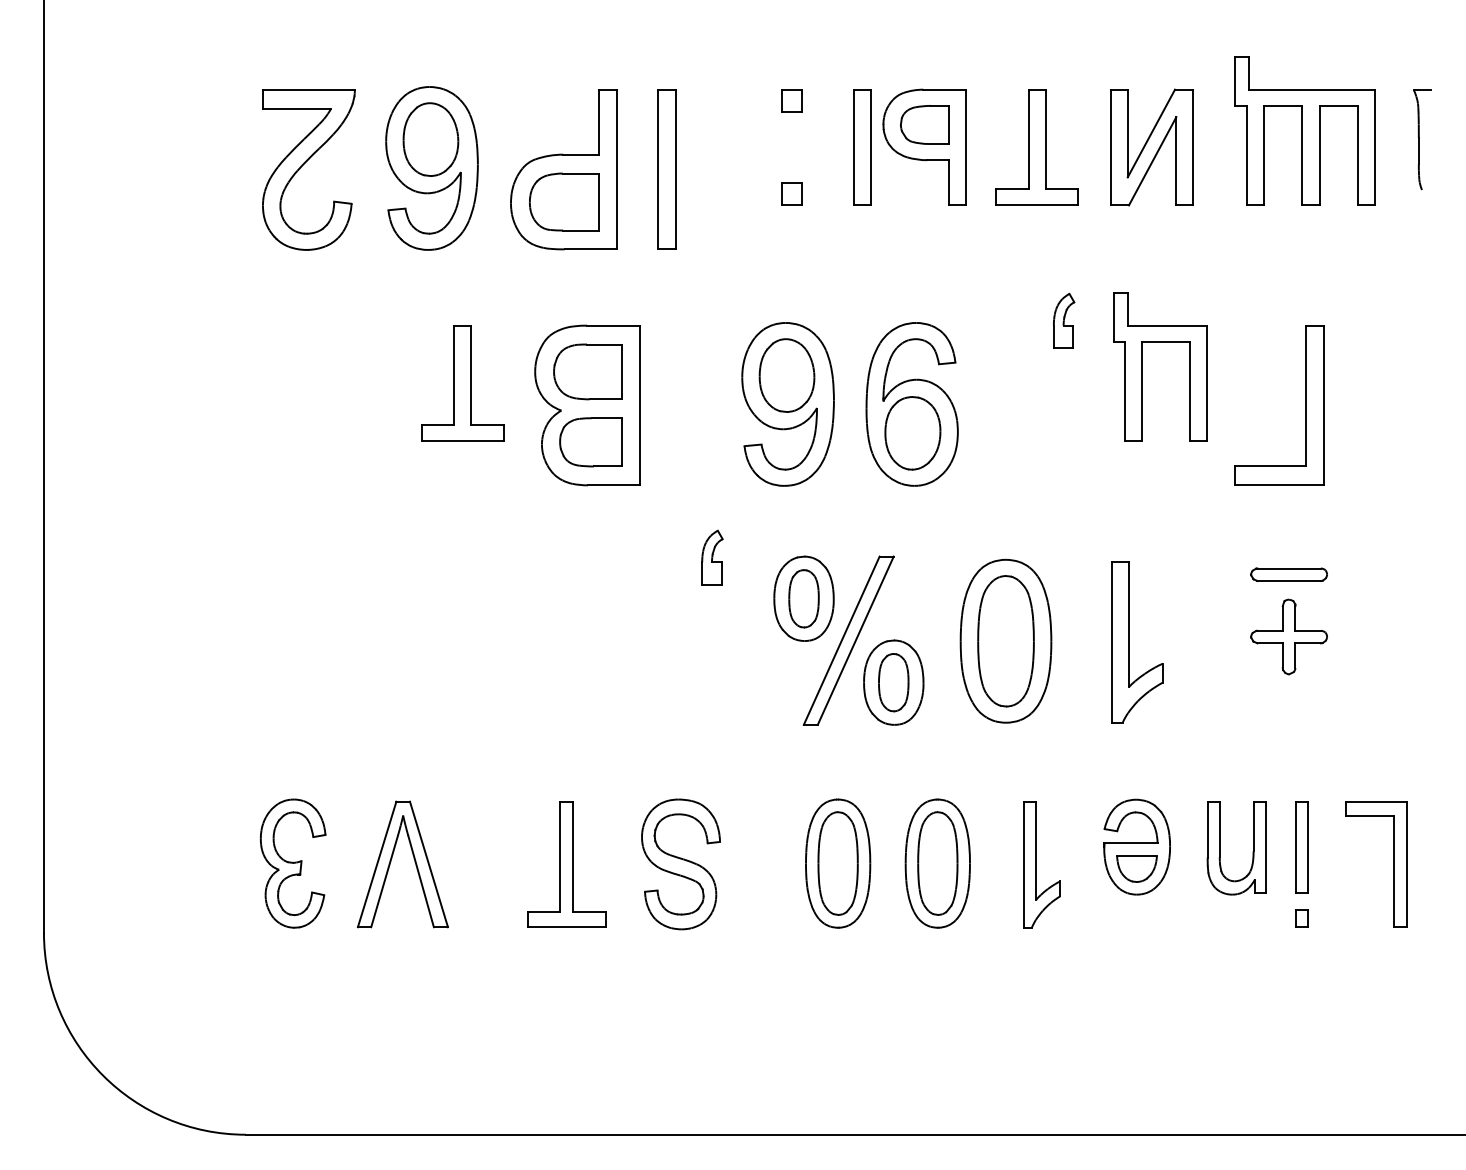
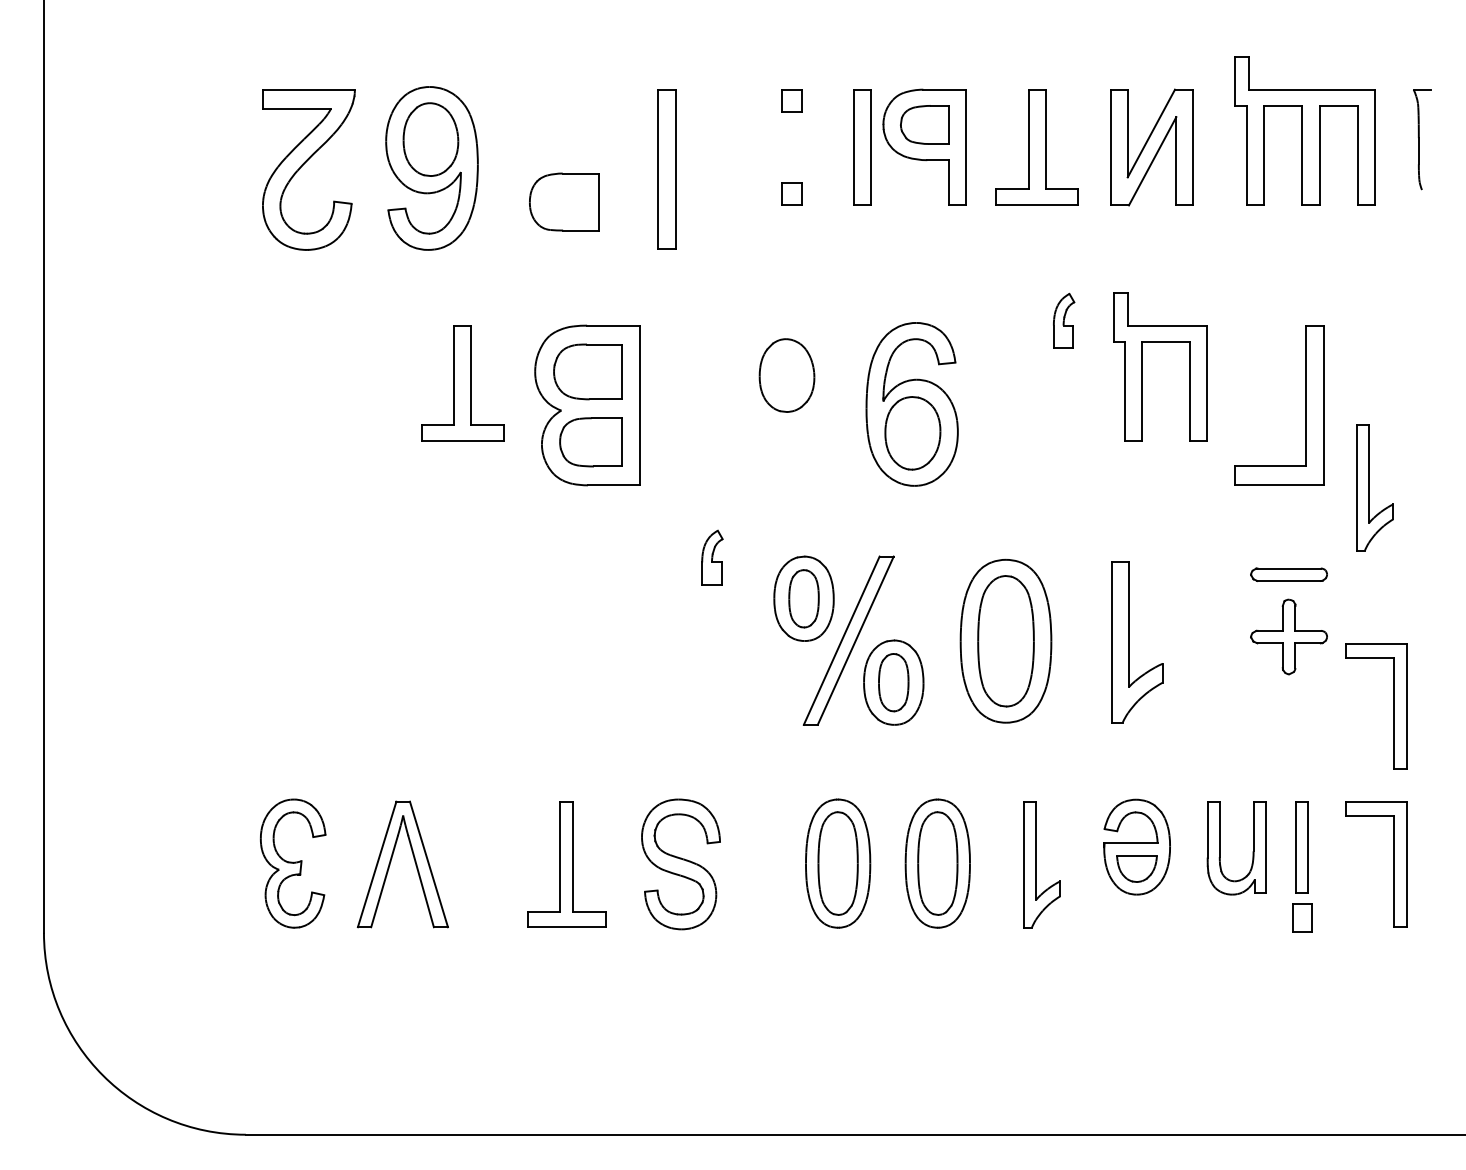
part at (563, 169): present -> none
part at (787, 404): present -> none
part at (1374, 487): none -> present
part at (1393, 706): none -> present
part at (1301, 918) size: 14x19 px -> 21x30 px
